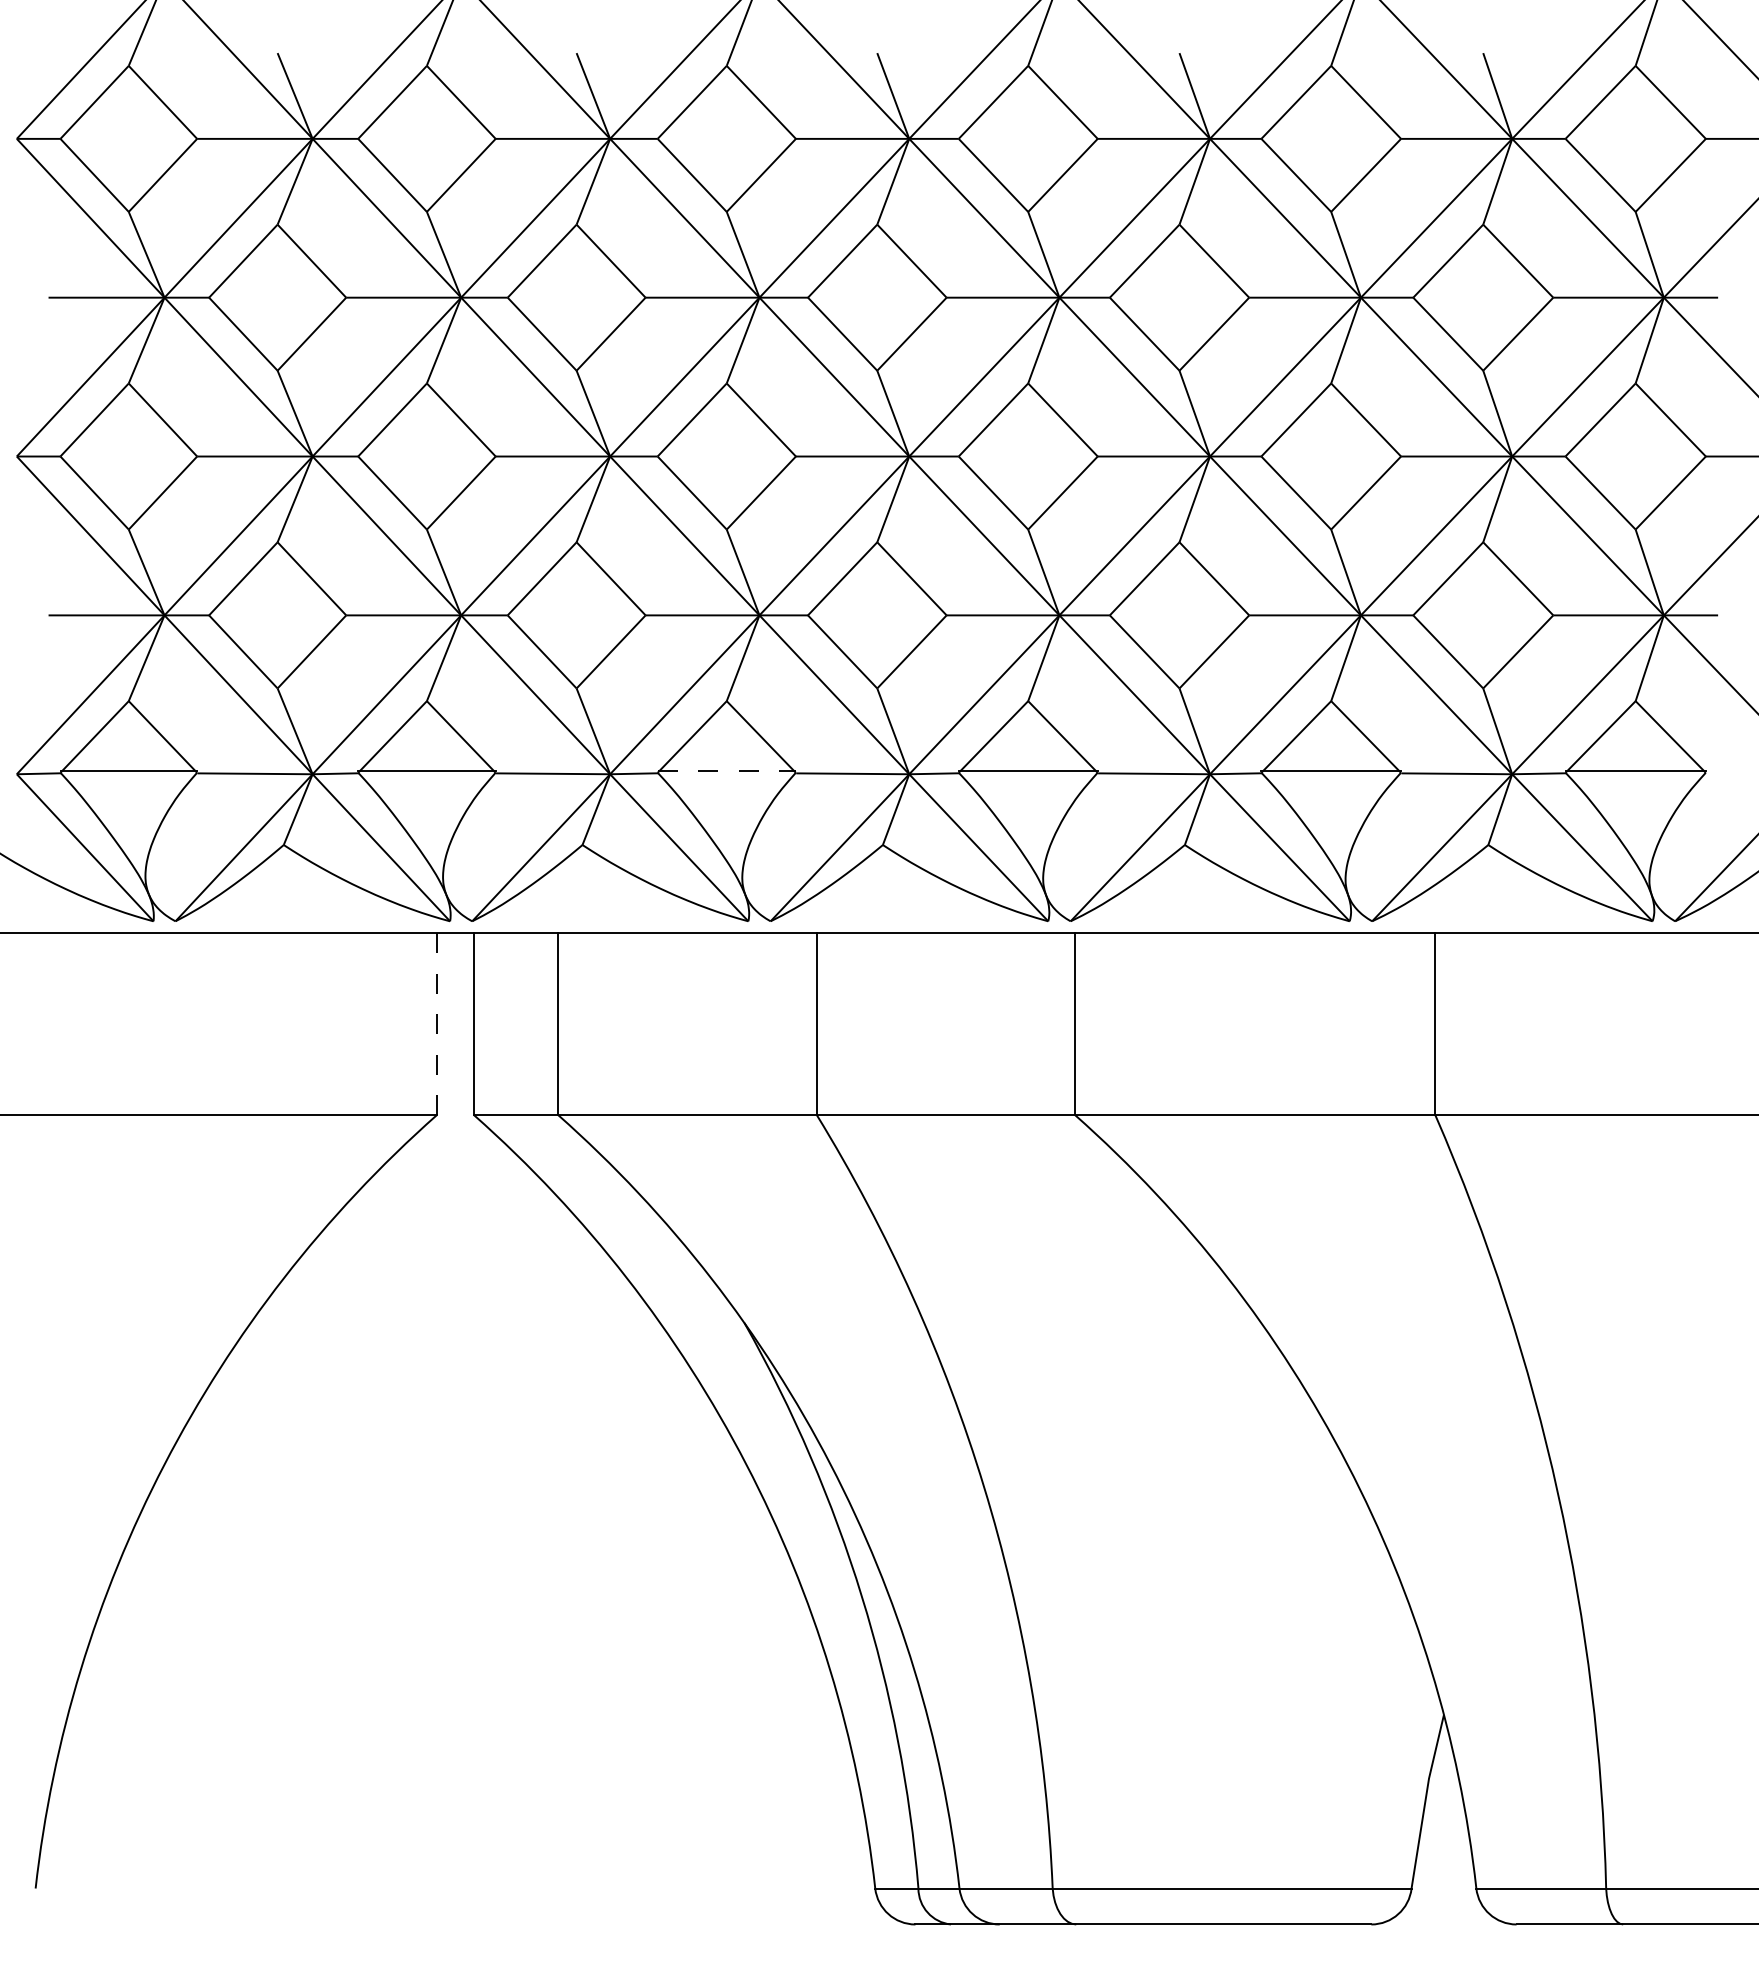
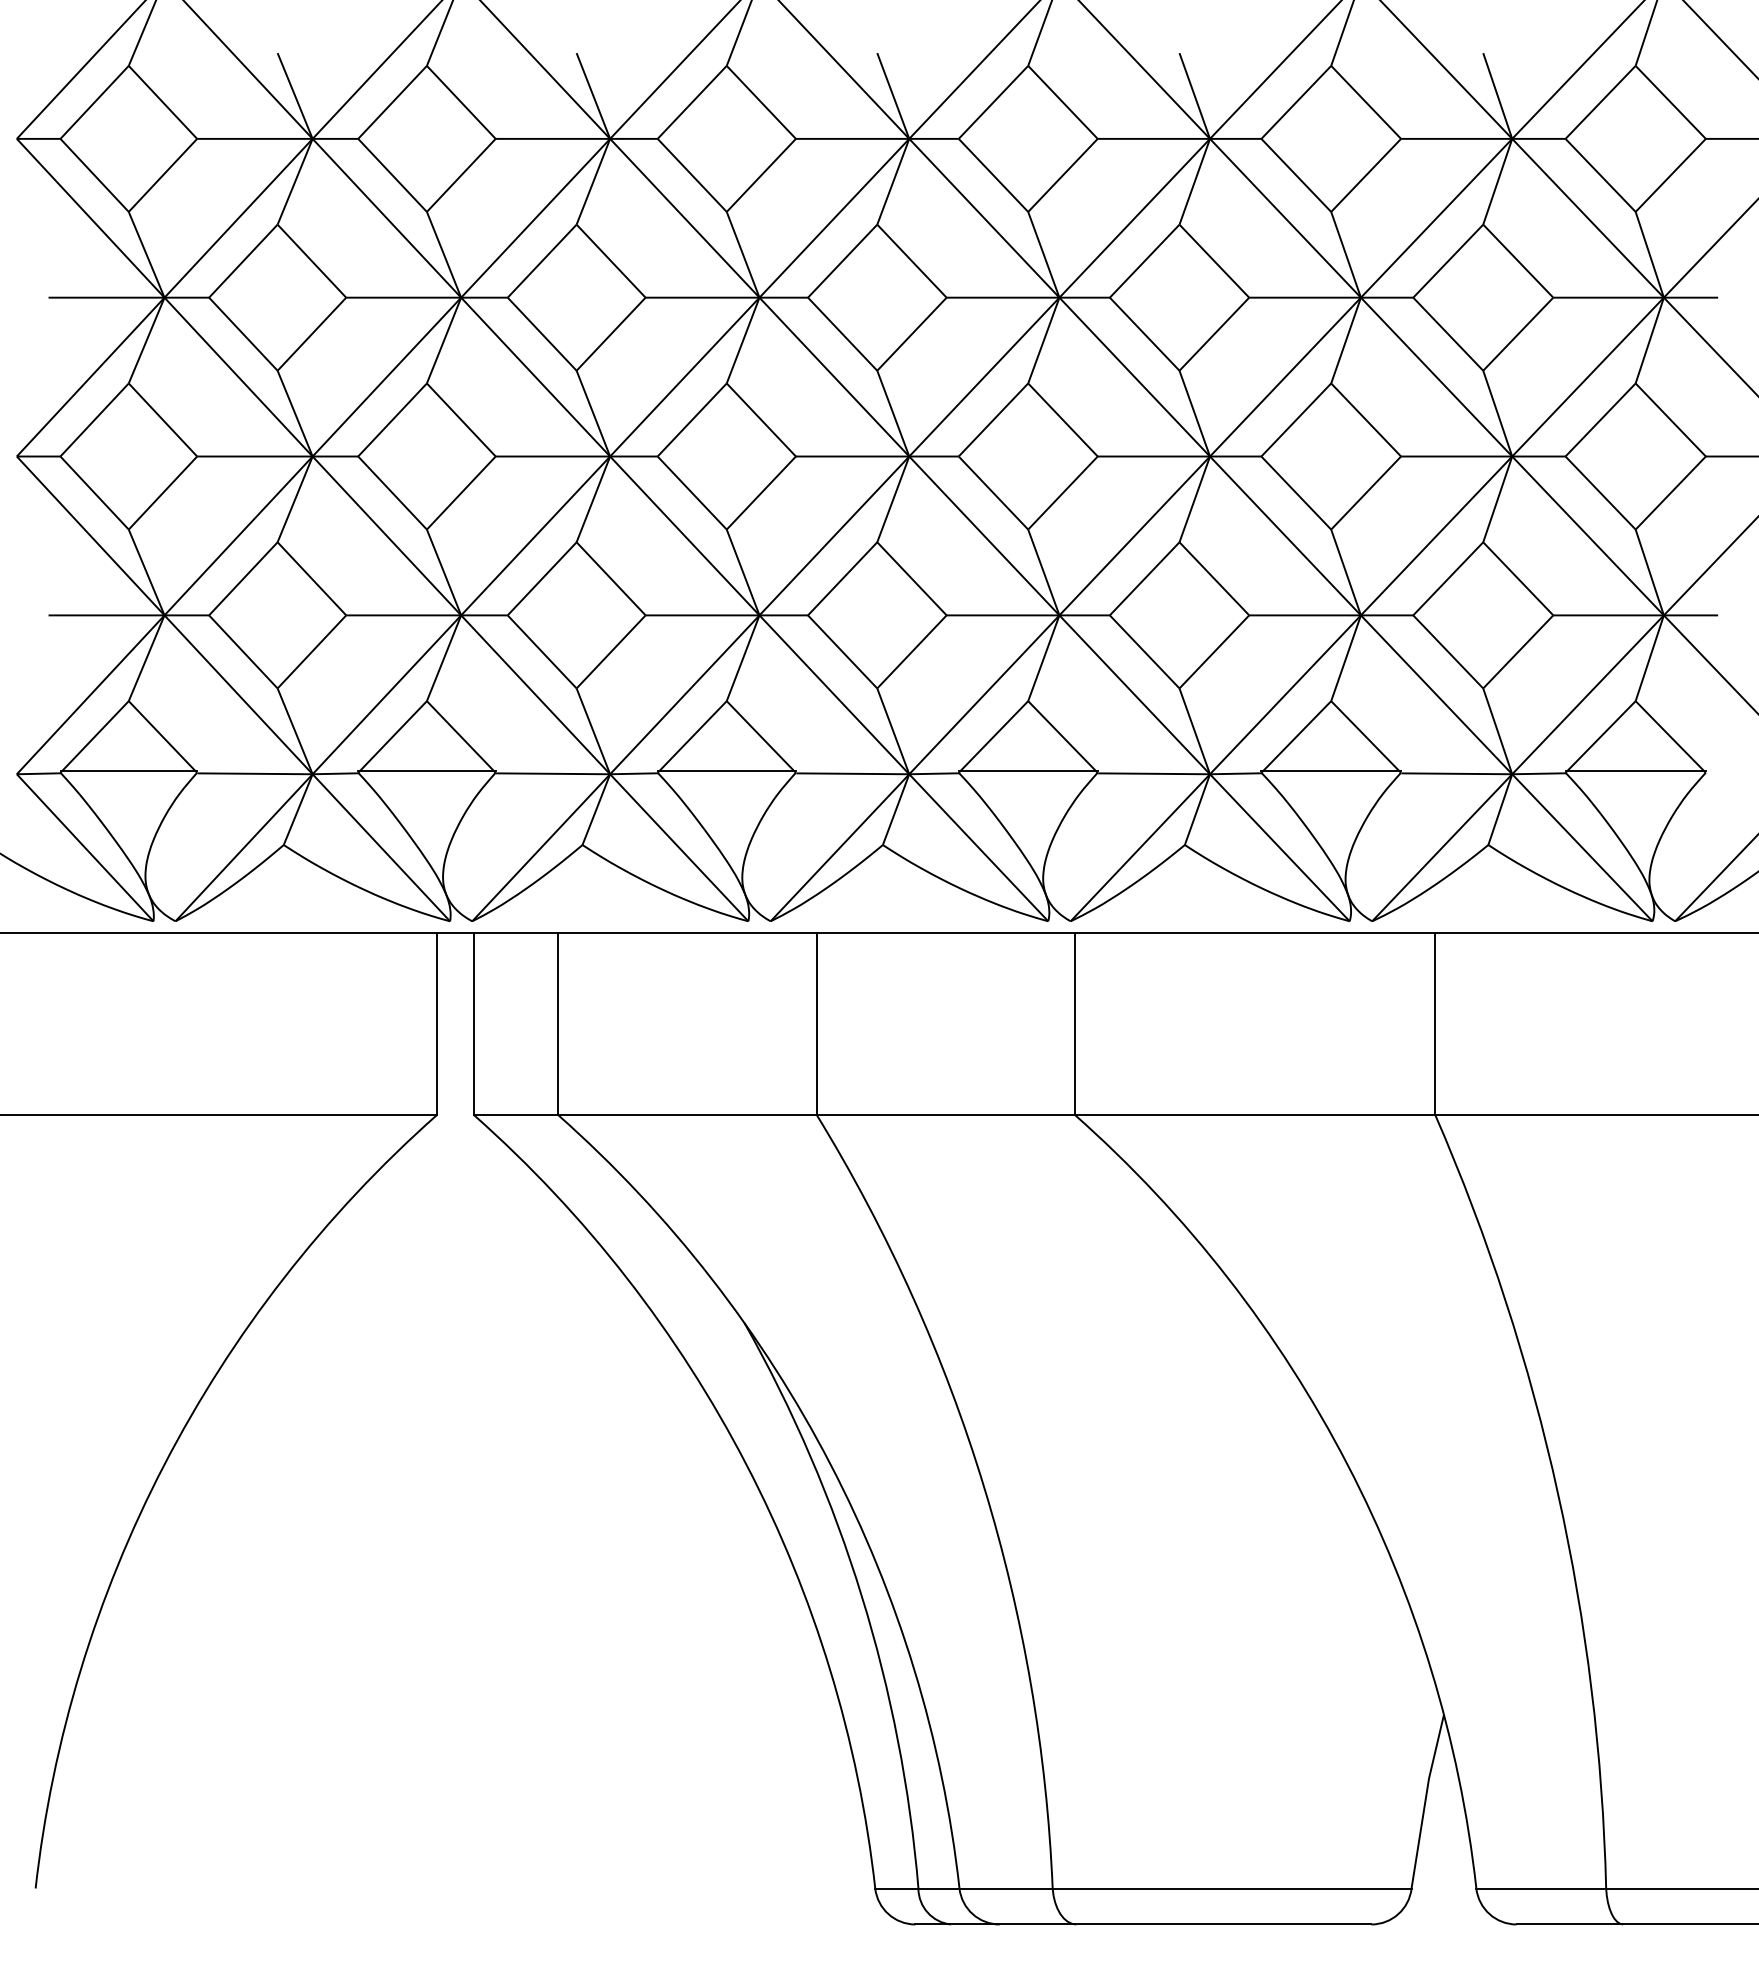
line at (727, 771): dashed -> solid
line at (436, 1023): dashed -> solid
